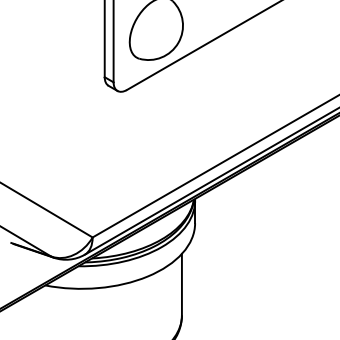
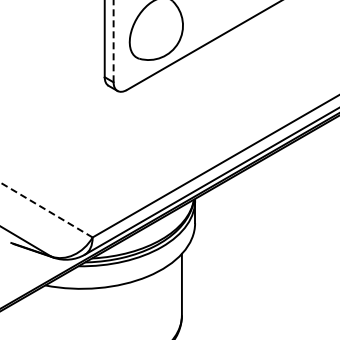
line at (113, 41): solid -> dashed
line at (46, 209): solid -> dashed
